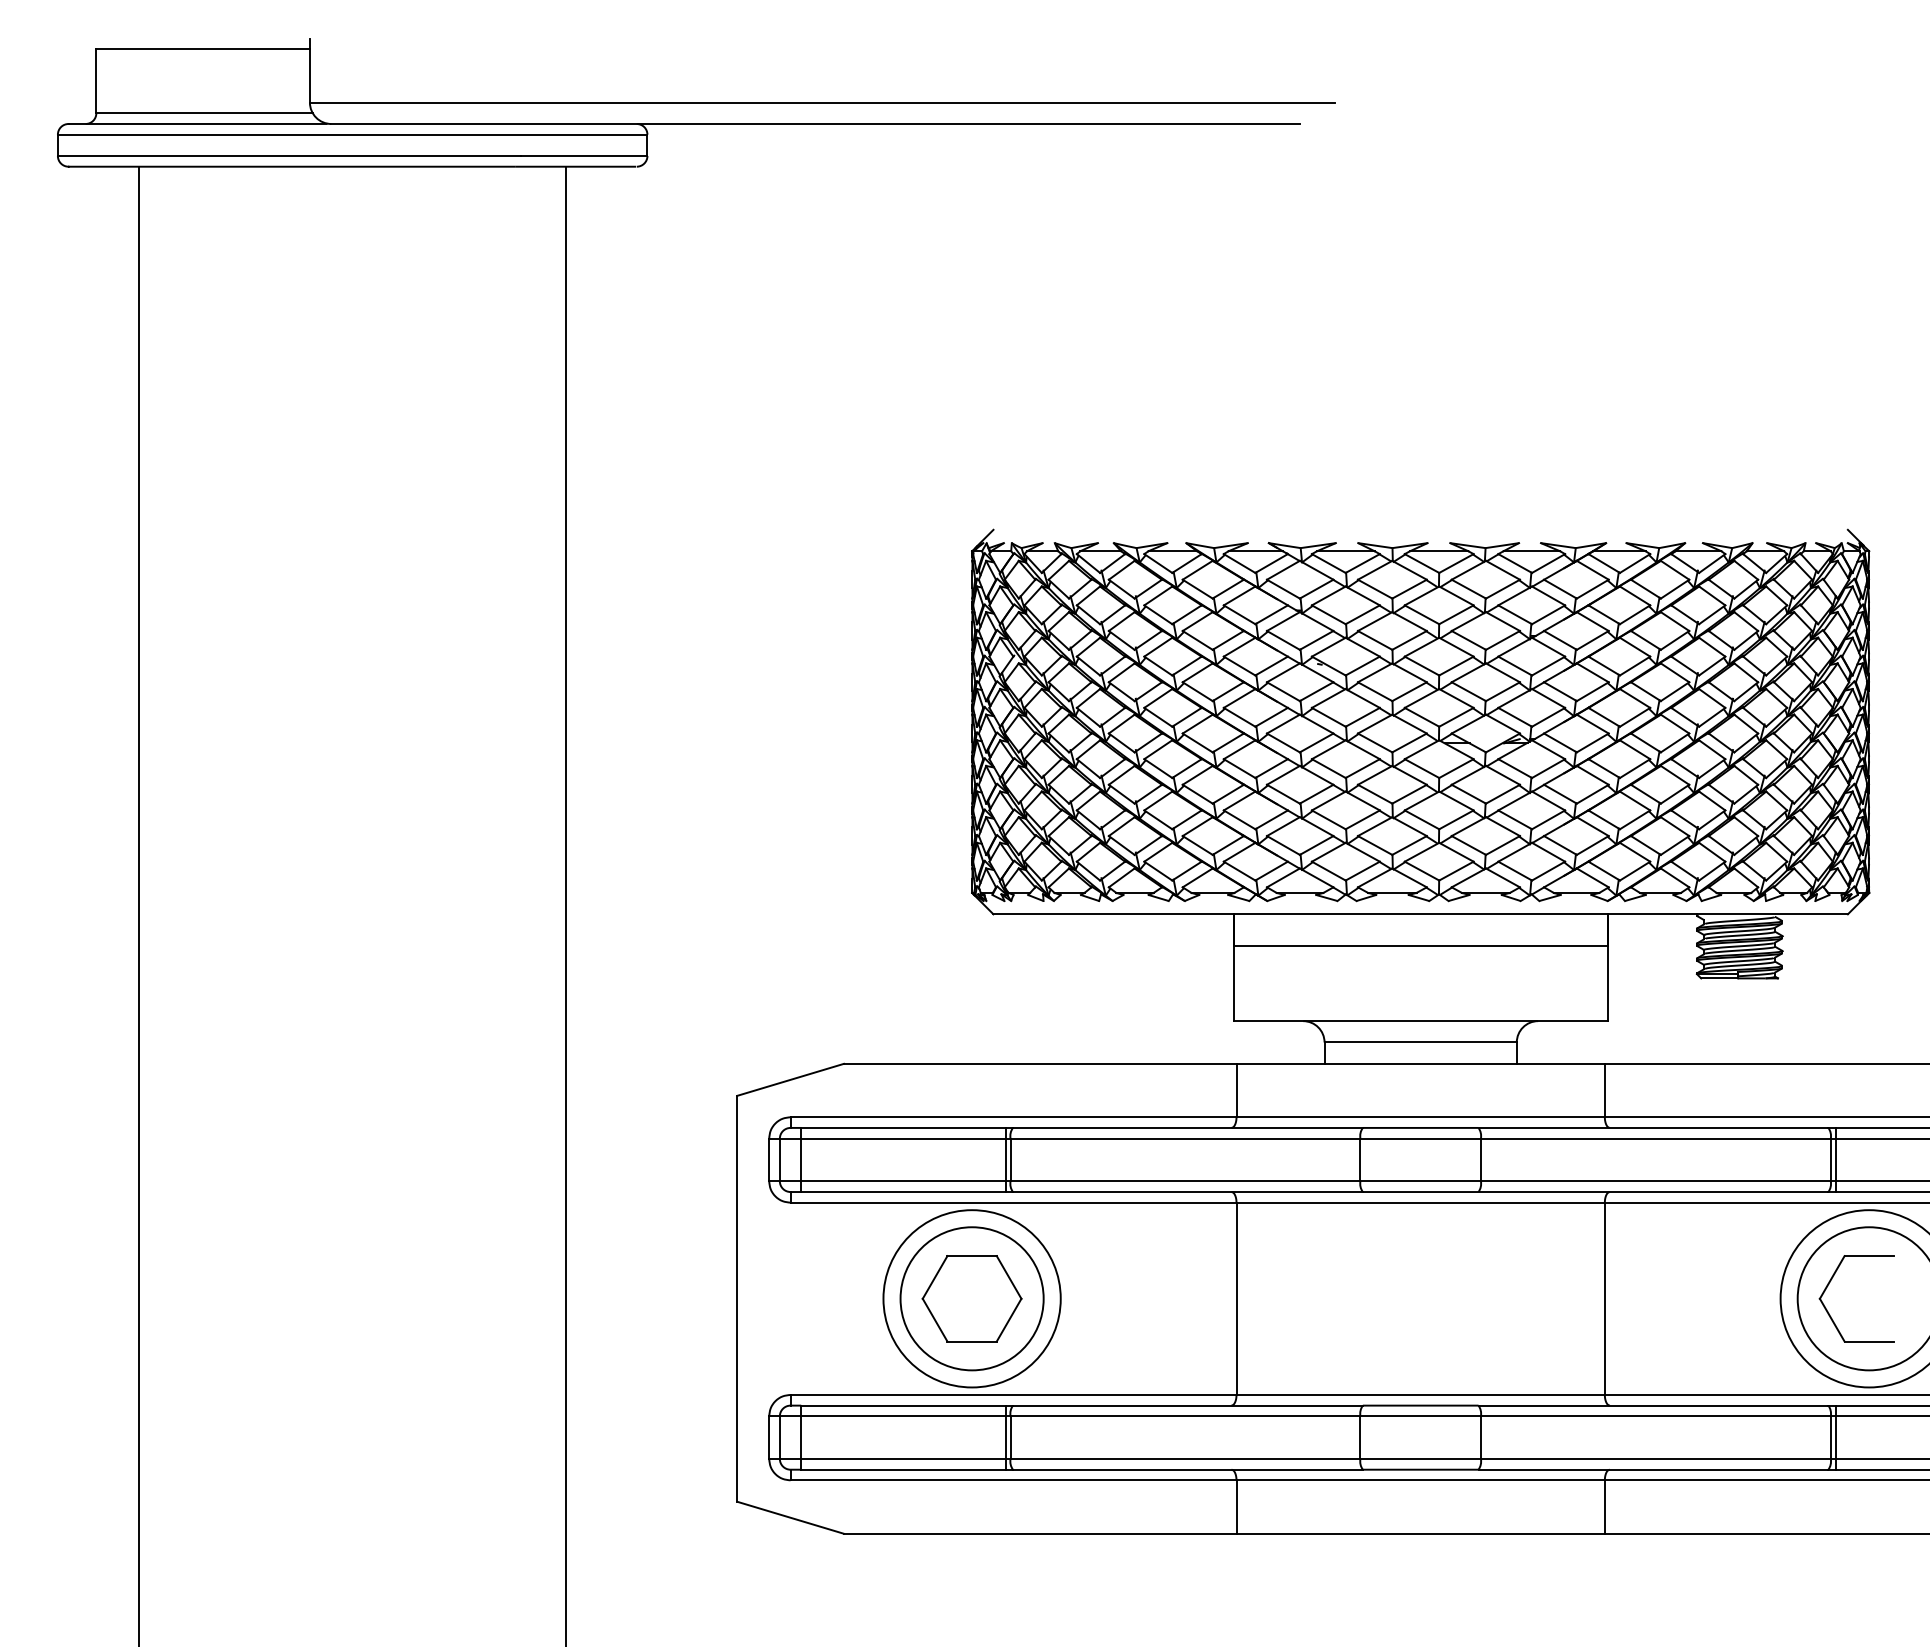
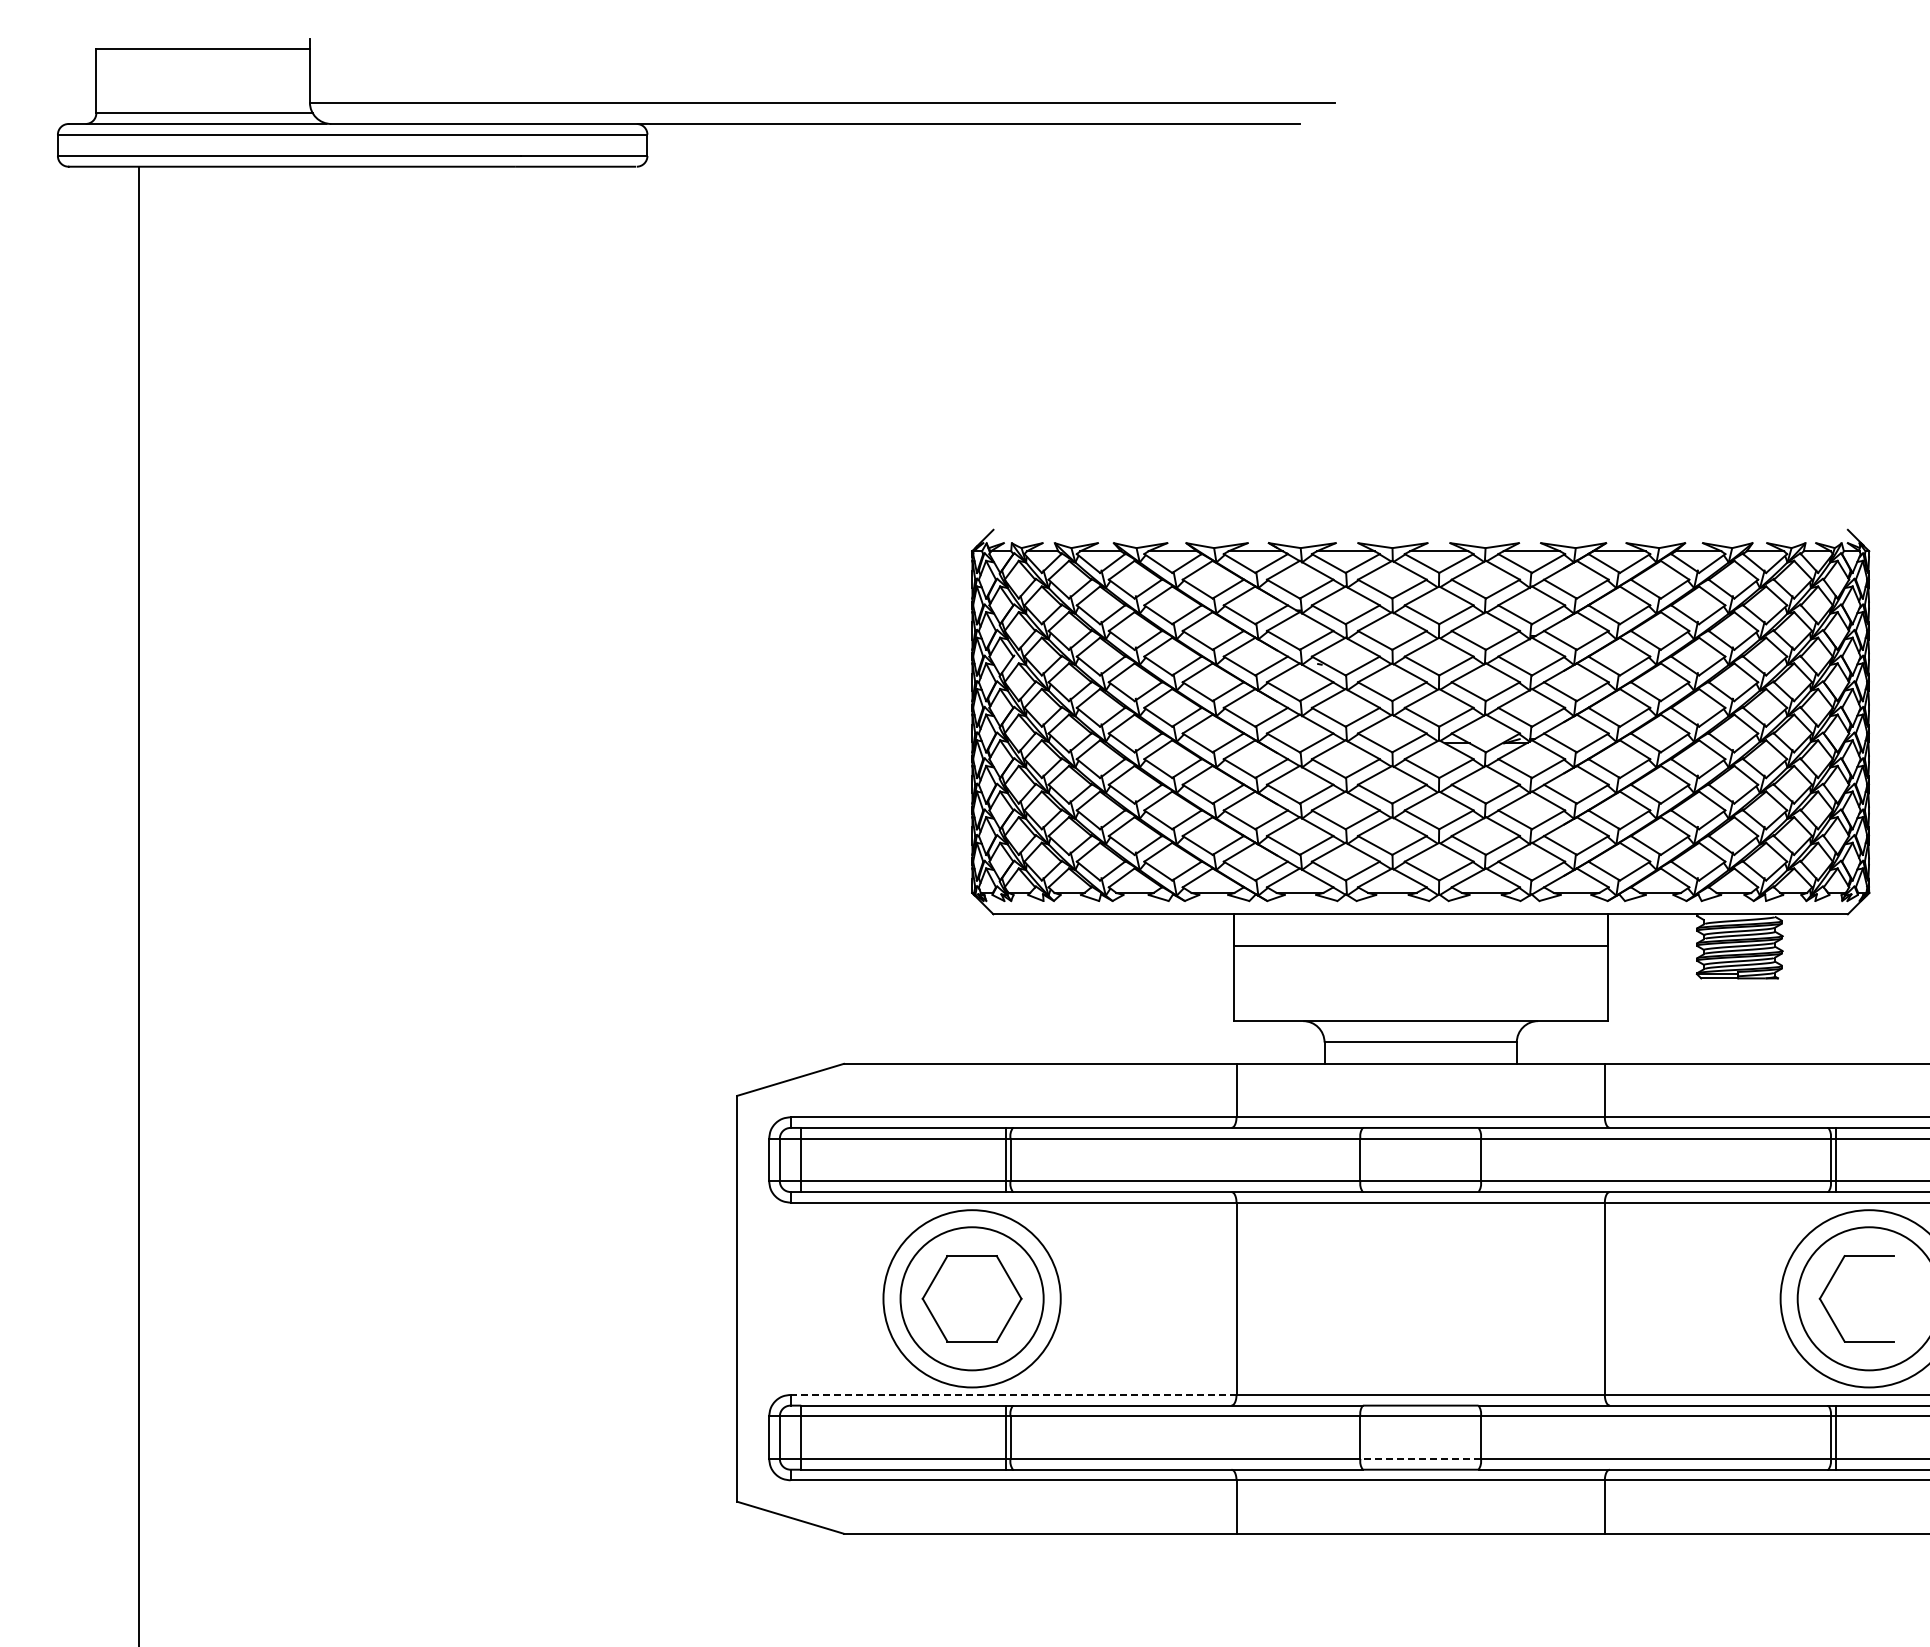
line at (566, 904): present -> none
line at (1013, 1394): solid -> dashed
line at (1420, 1459): solid -> dashed
